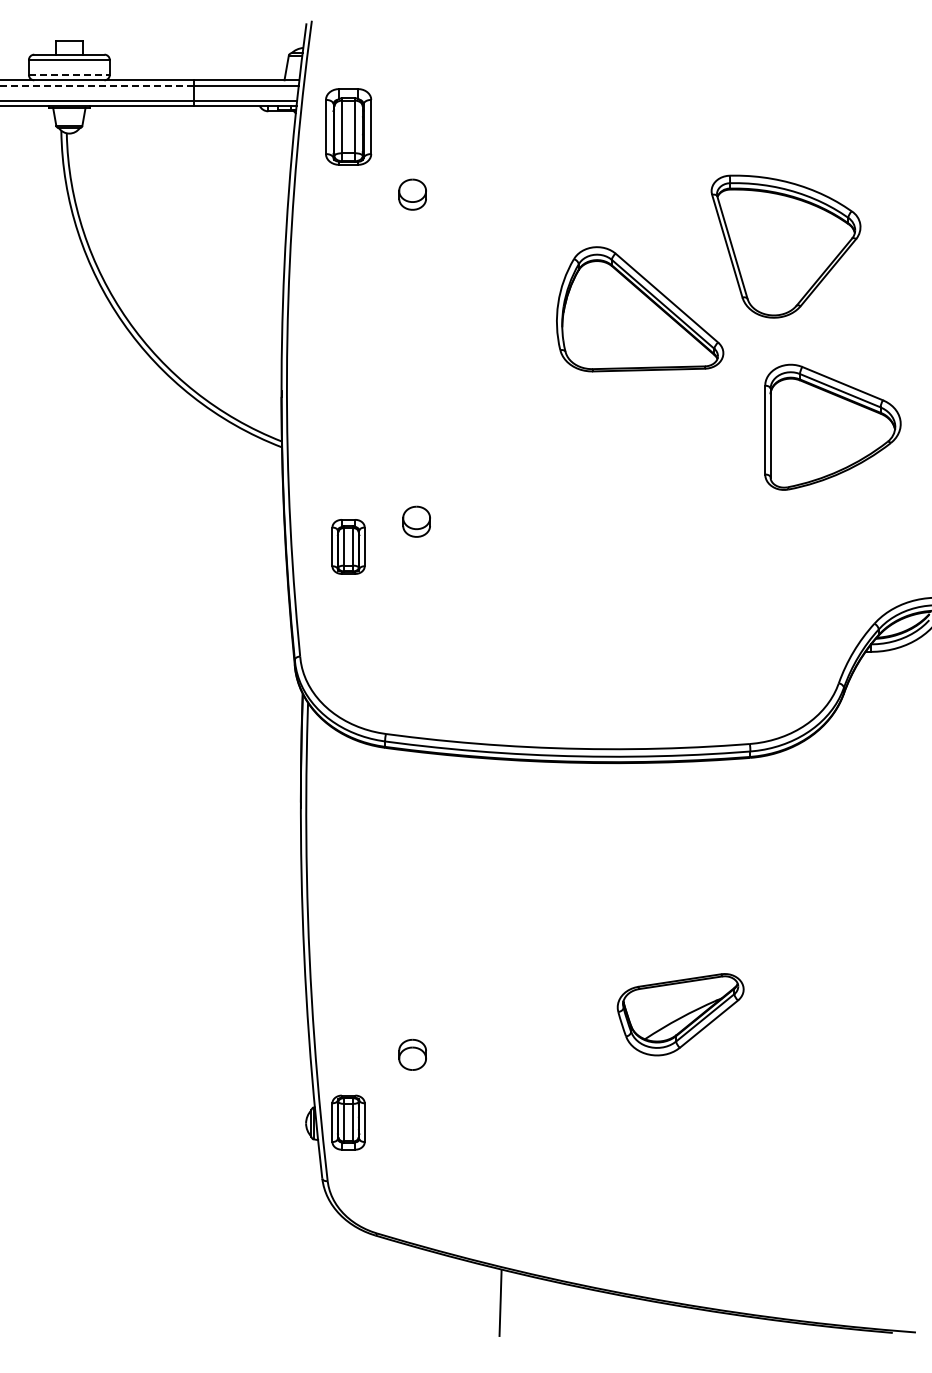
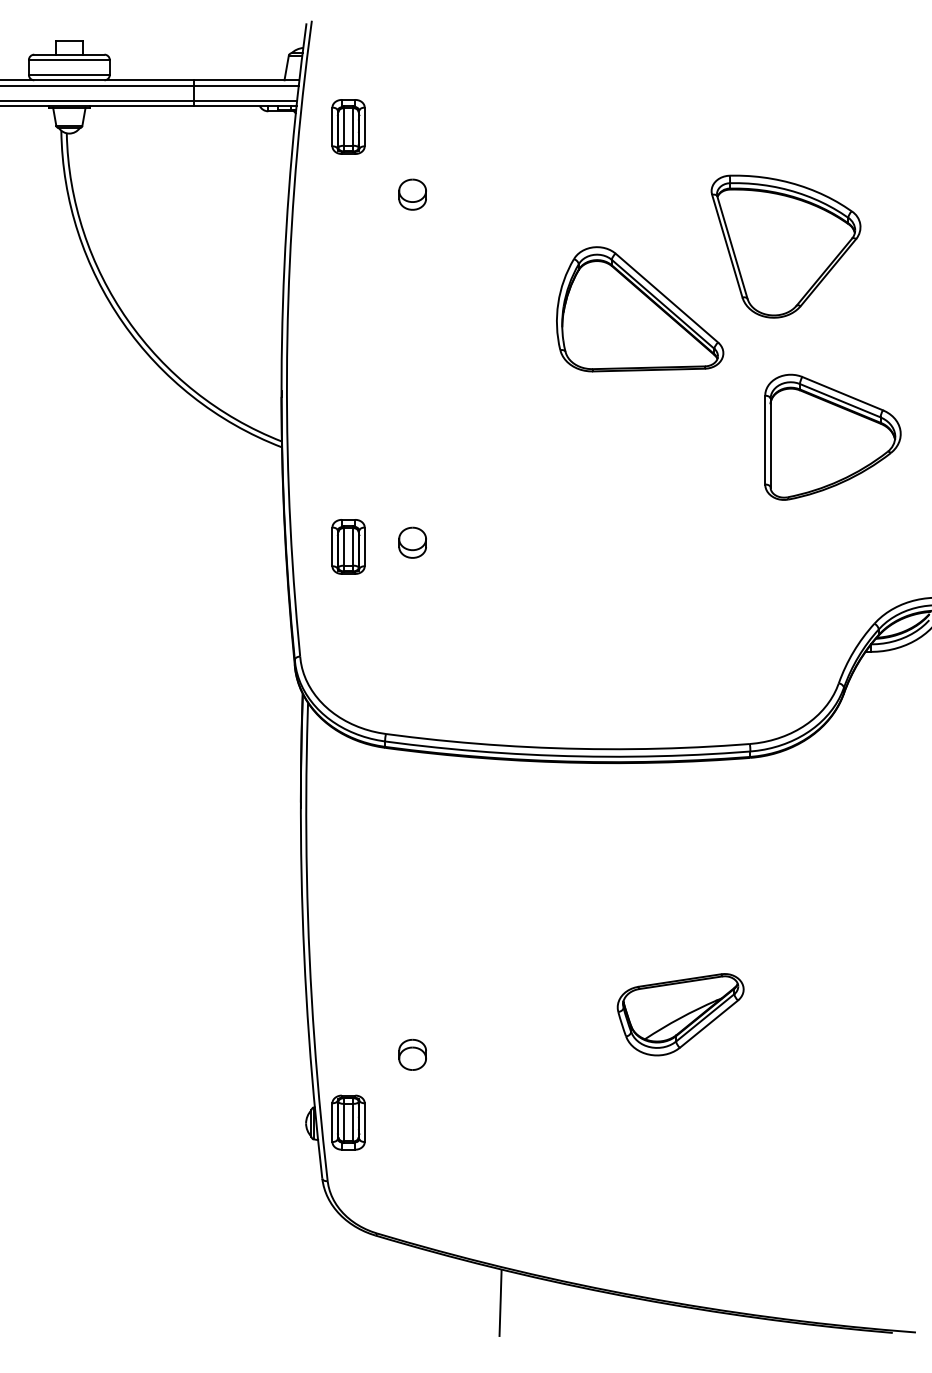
line at (69, 74): dashed -> solid
line at (97, 85): dashed -> solid
part at (348, 126) size: 48x78 px -> 35x56 px
part at (832, 426) position: (832, 426) -> (832, 436)
part at (416, 521) position: (416, 521) -> (412, 542)
